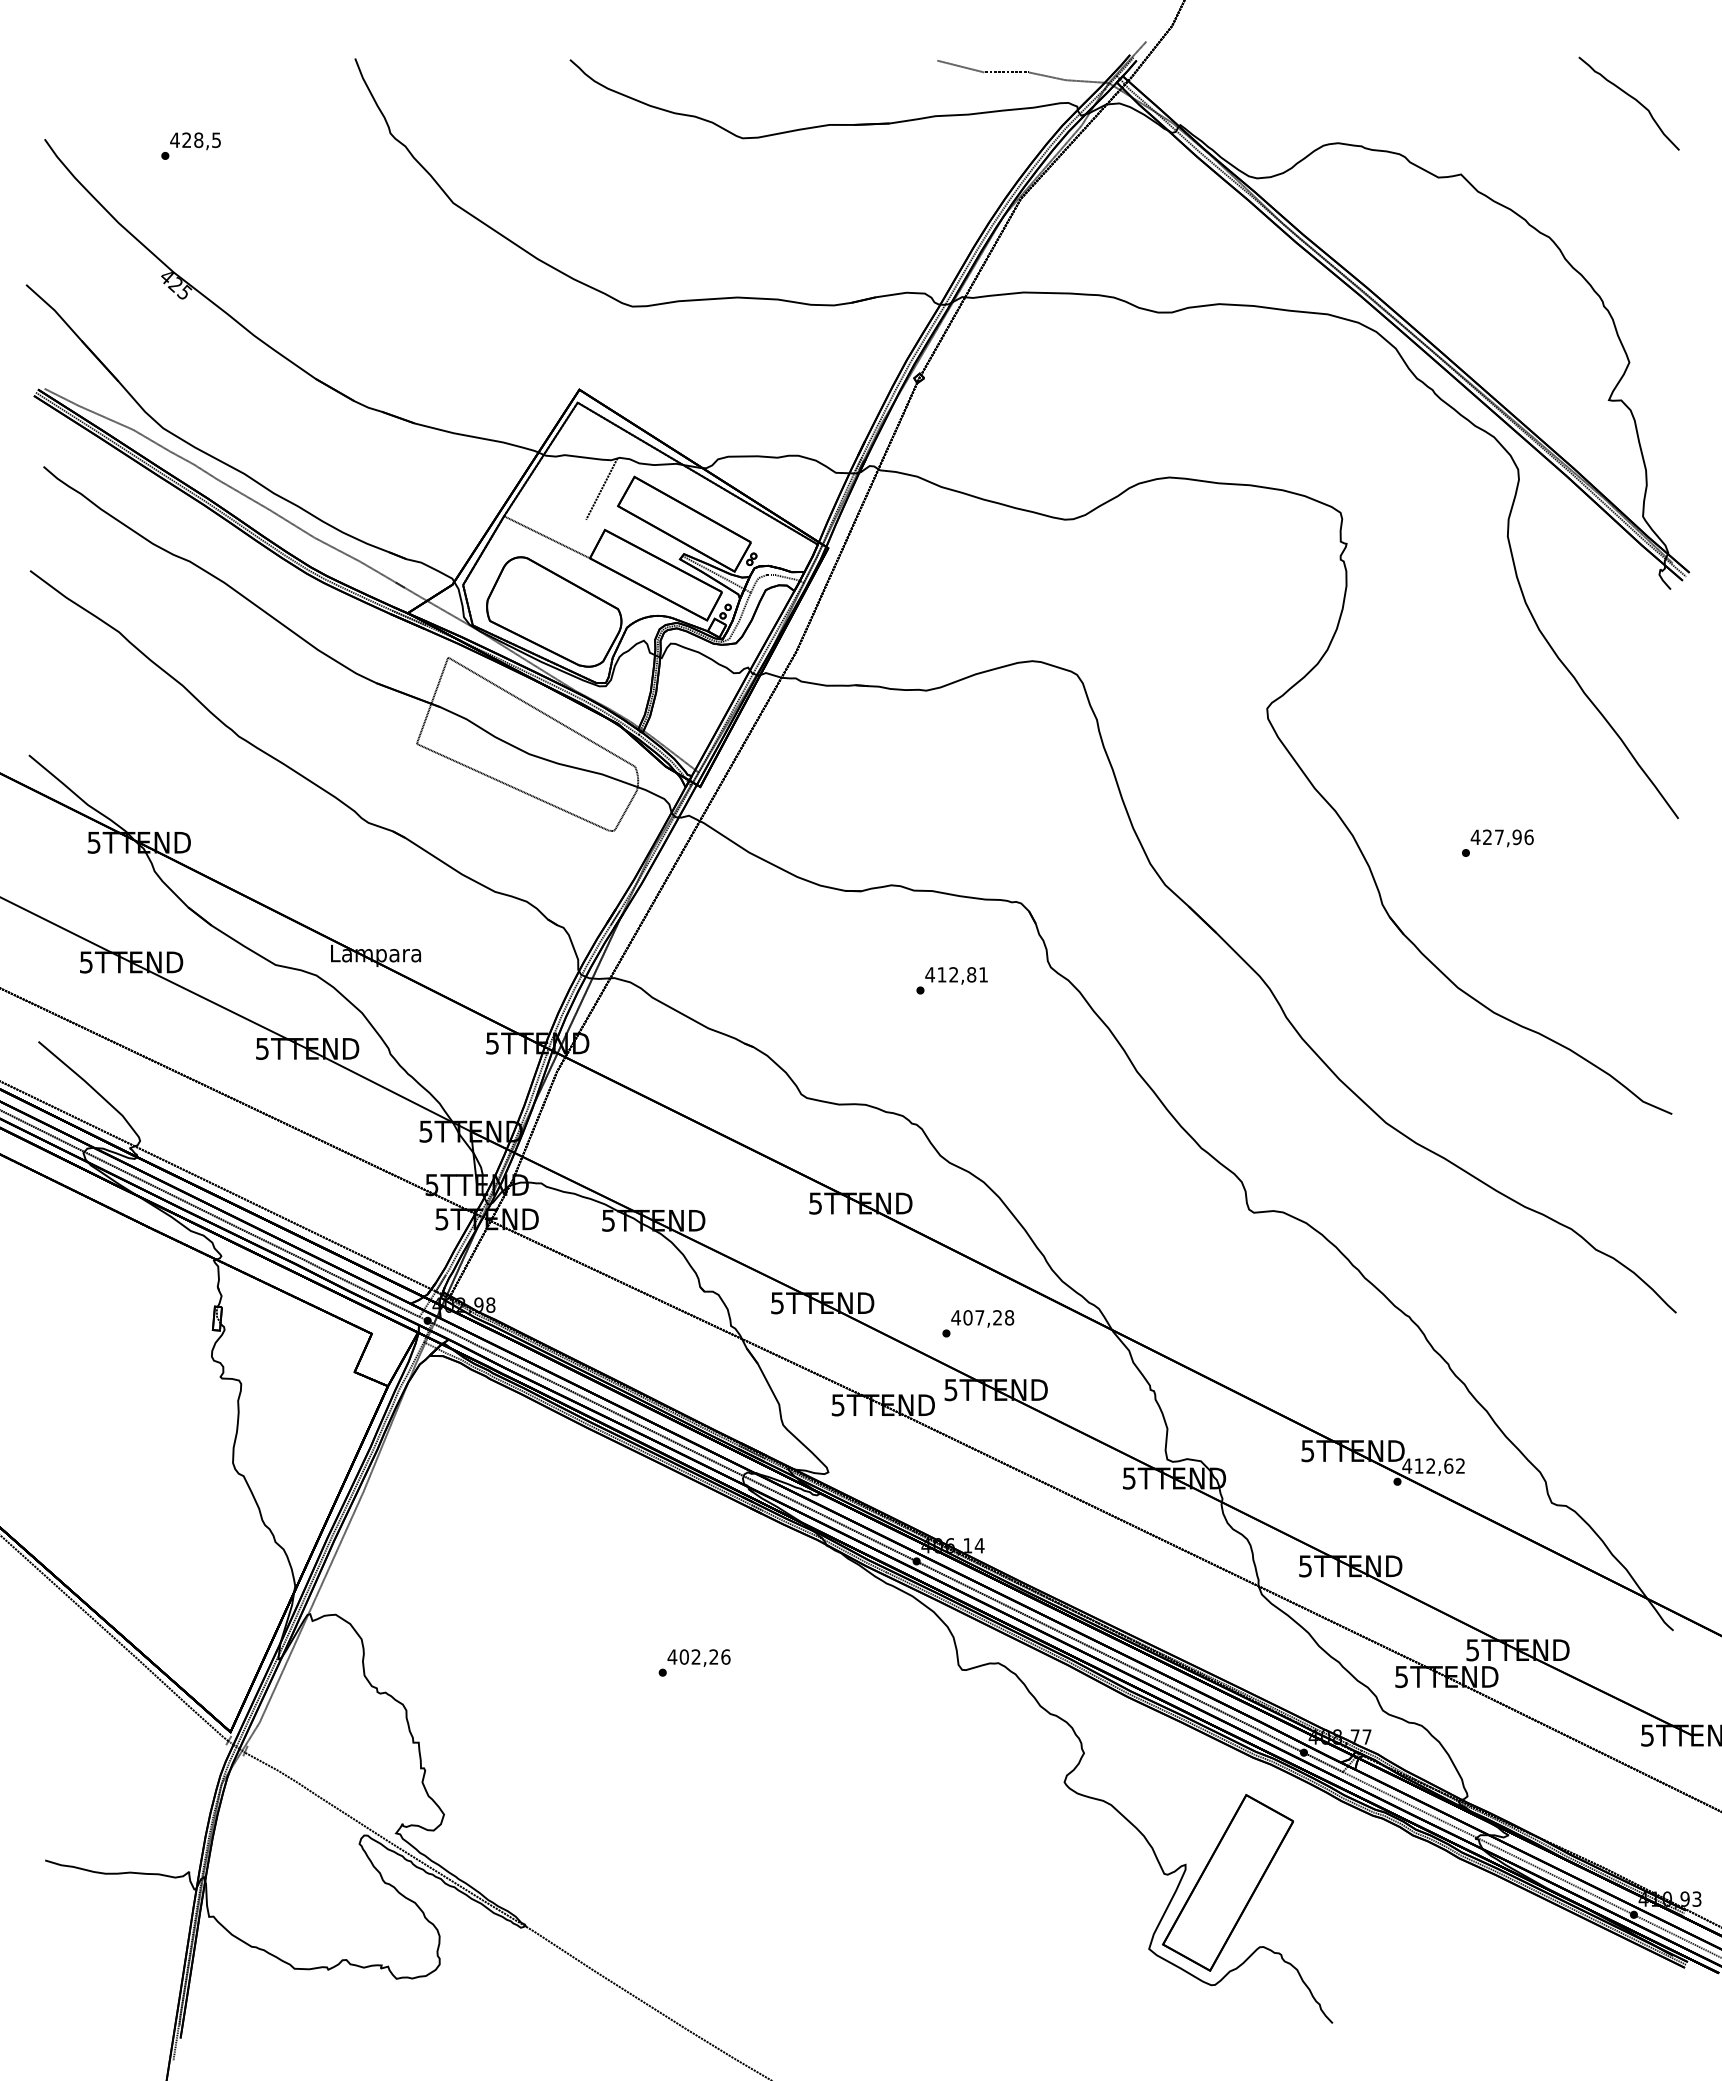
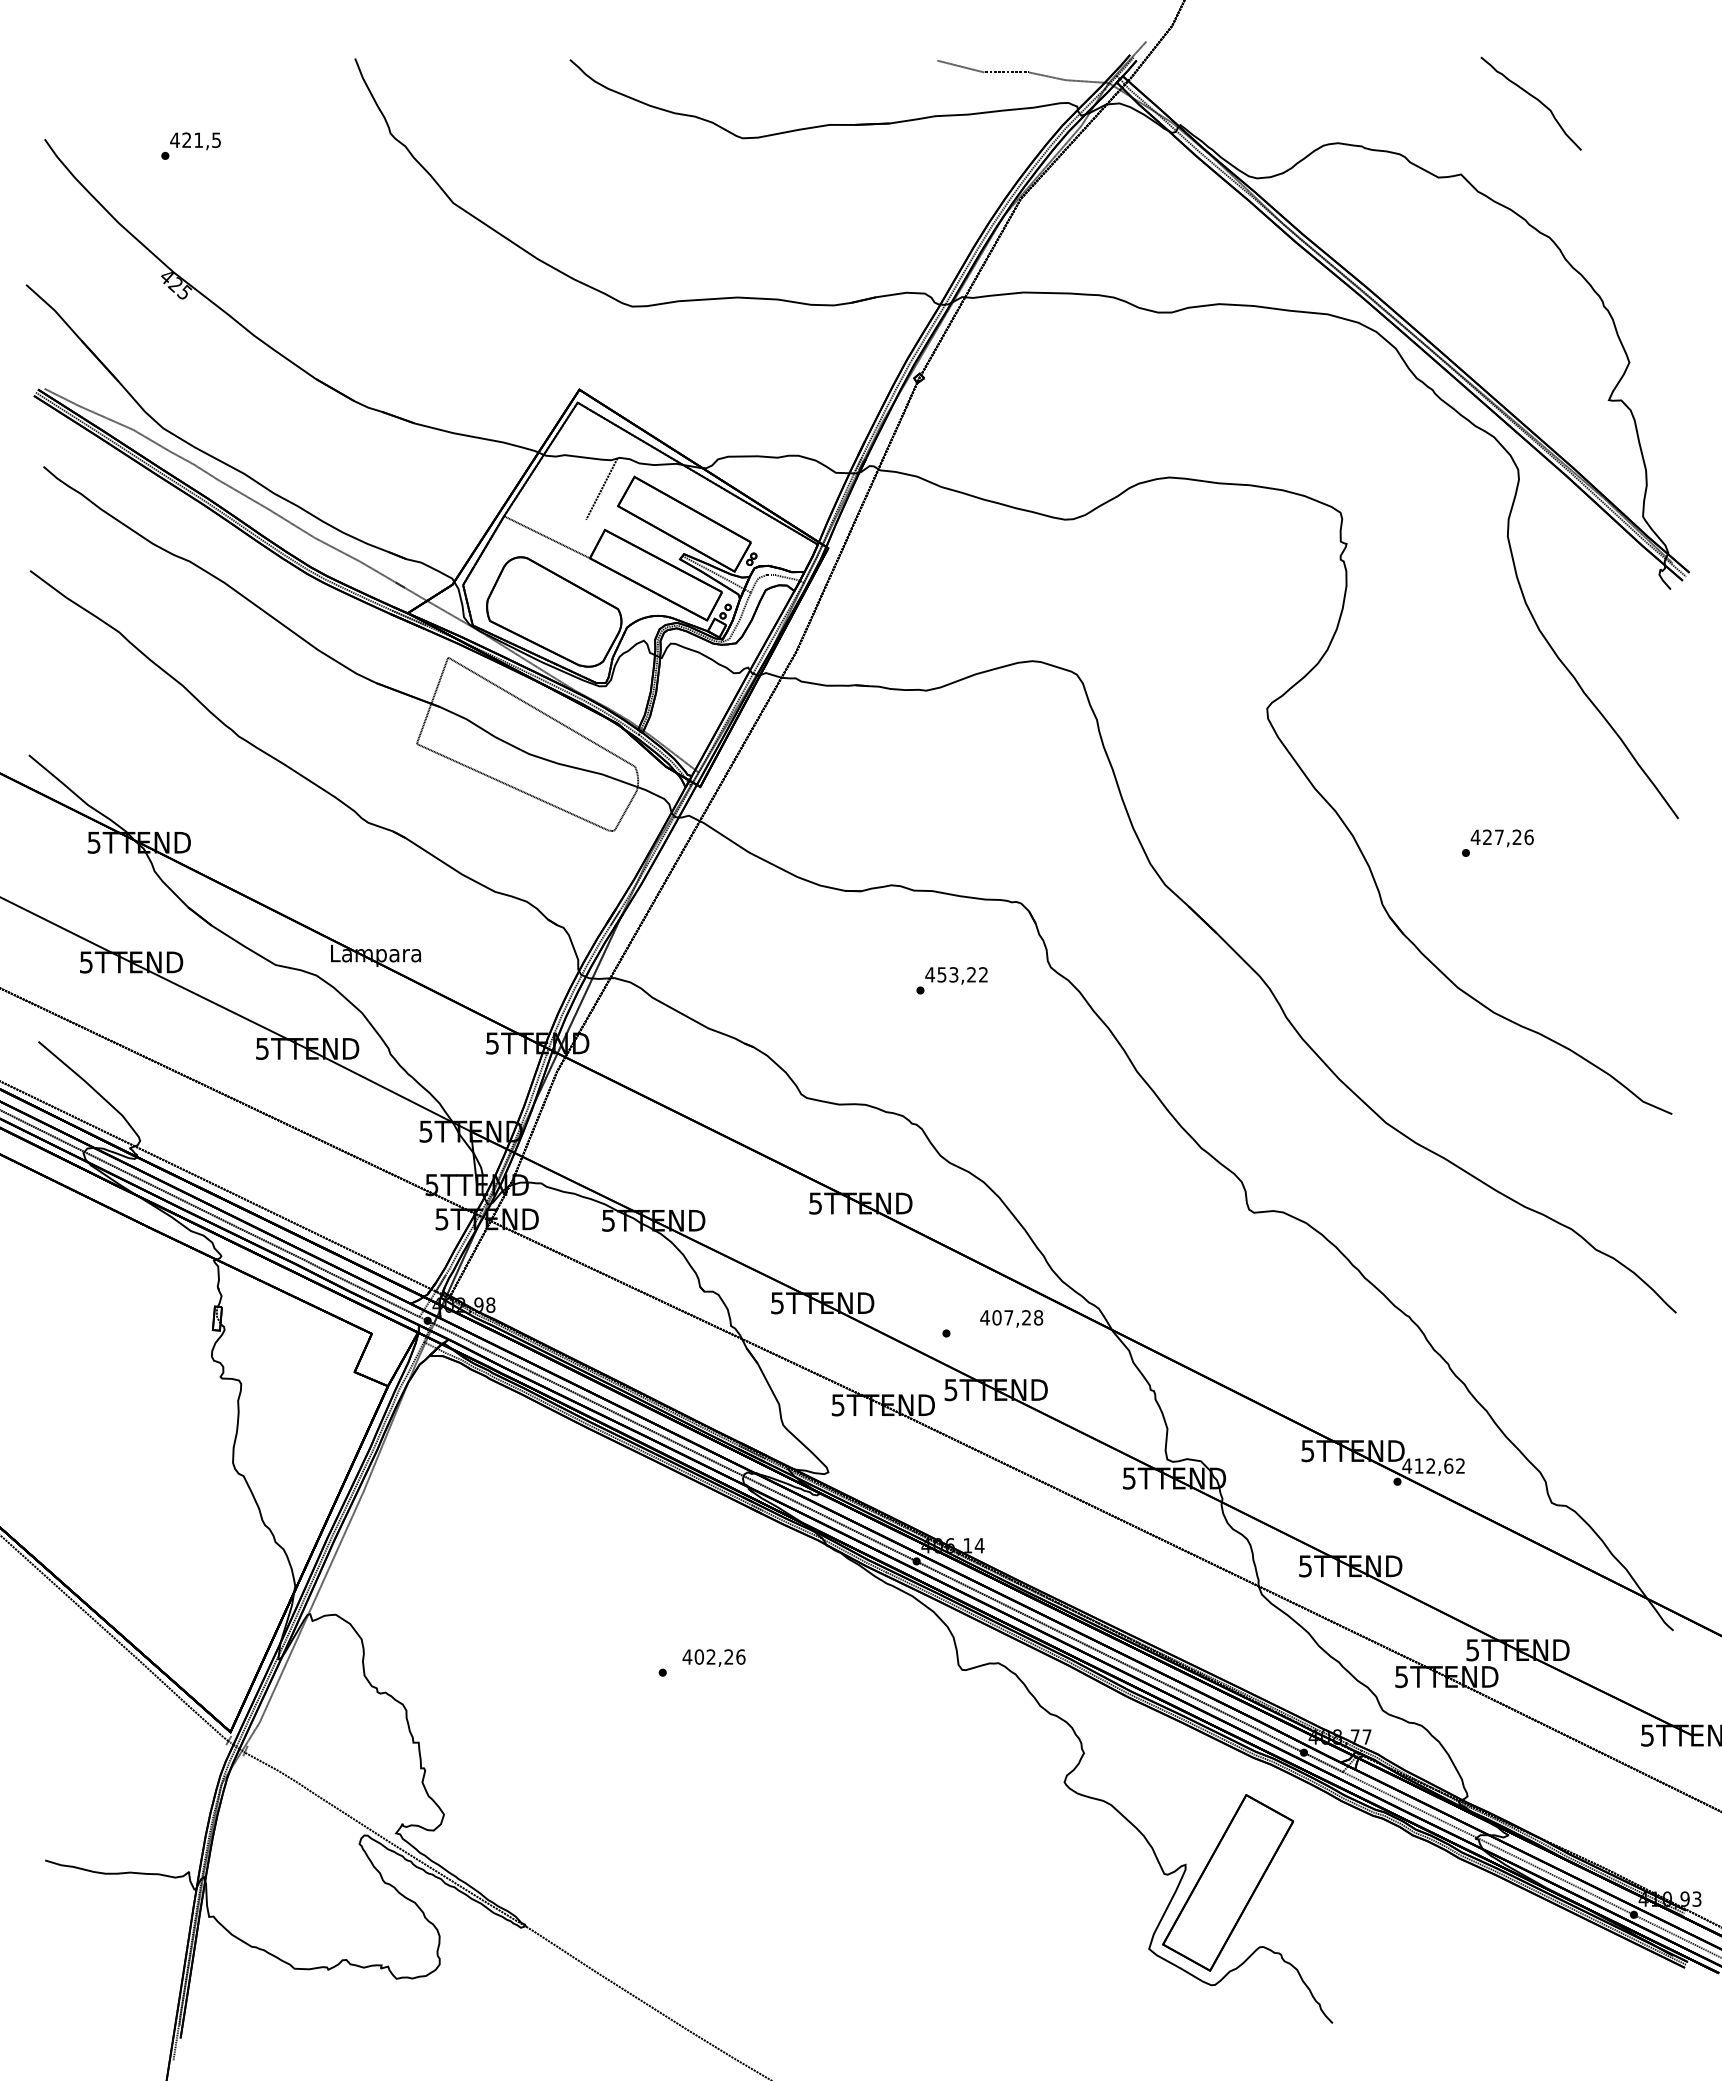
part at (1630, 97) position: (1630, 97) -> (1532, 97)
text at (198, 140): 428,5 -> 421,5
text at (1516, 837): 427,96 -> 427,26
text at (962, 974): 412,81 -> 453,22
text at (982, 1318) position: (982, 1318) -> (1011, 1318)
text at (698, 1657) position: (698, 1657) -> (713, 1657)
